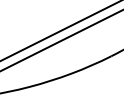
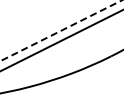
line at (60, 30): solid -> dashed
